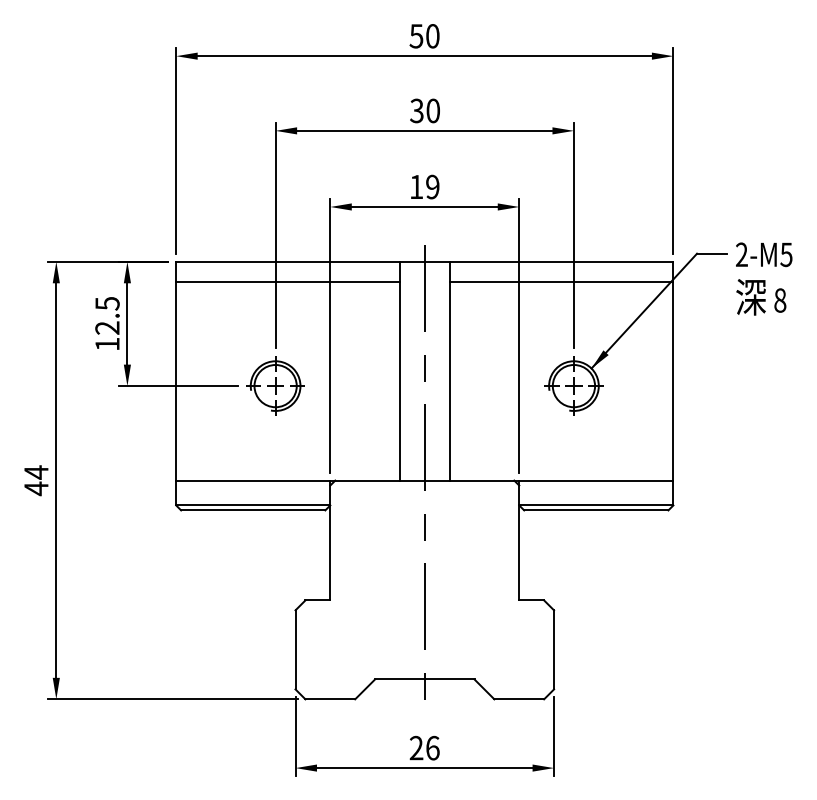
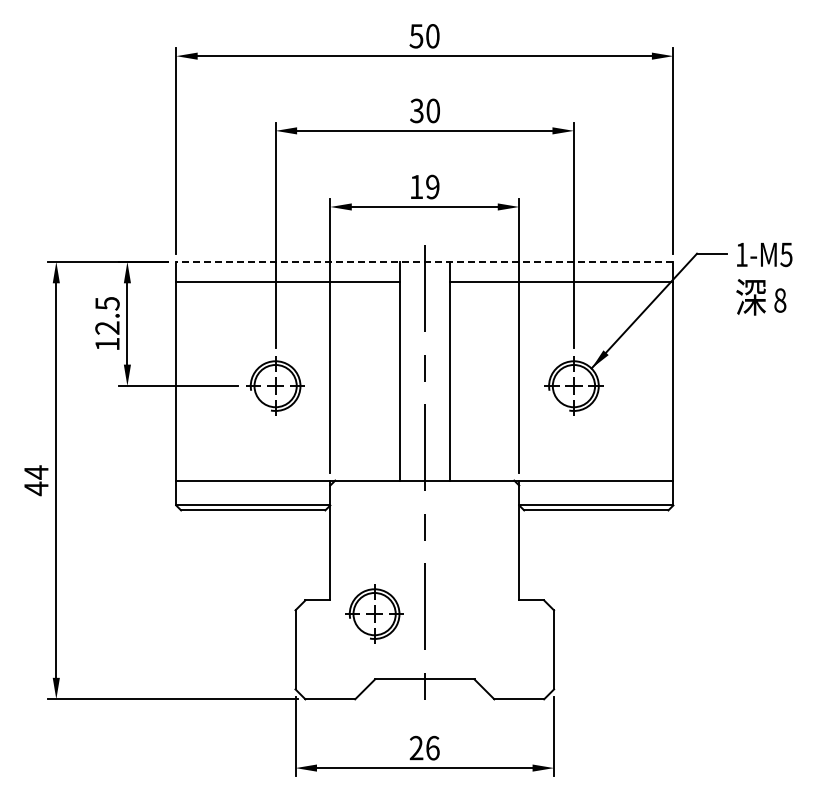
text at (741, 254): 2-M5 -> 1-M5
line at (424, 261): solid -> dashed
part at (374, 613): none -> present
